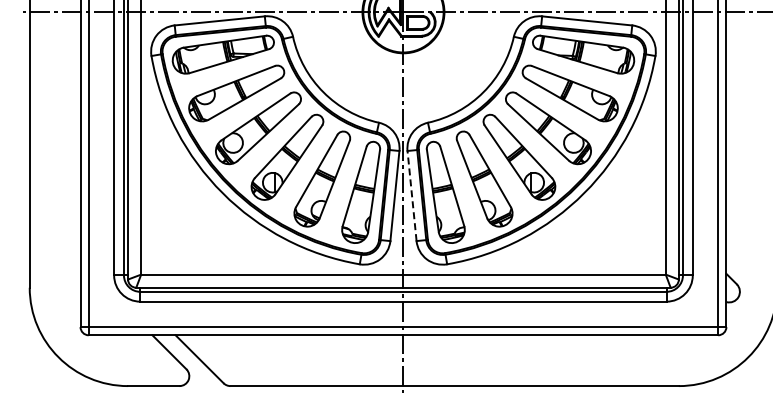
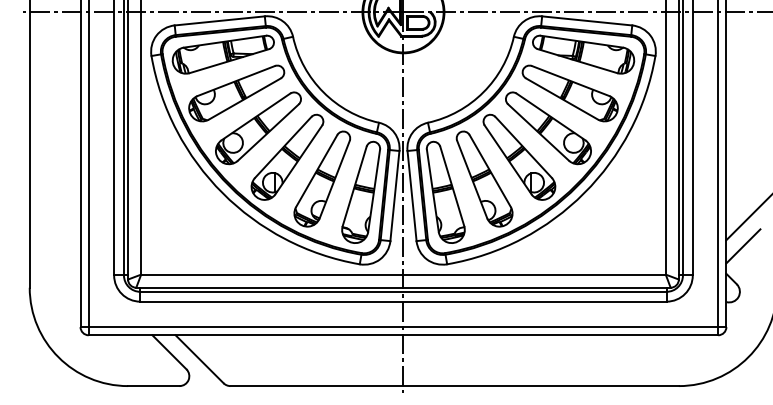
line at (412, 195): dashed -> solid
line at (747, 218): none -> present
line at (743, 246): none -> present
